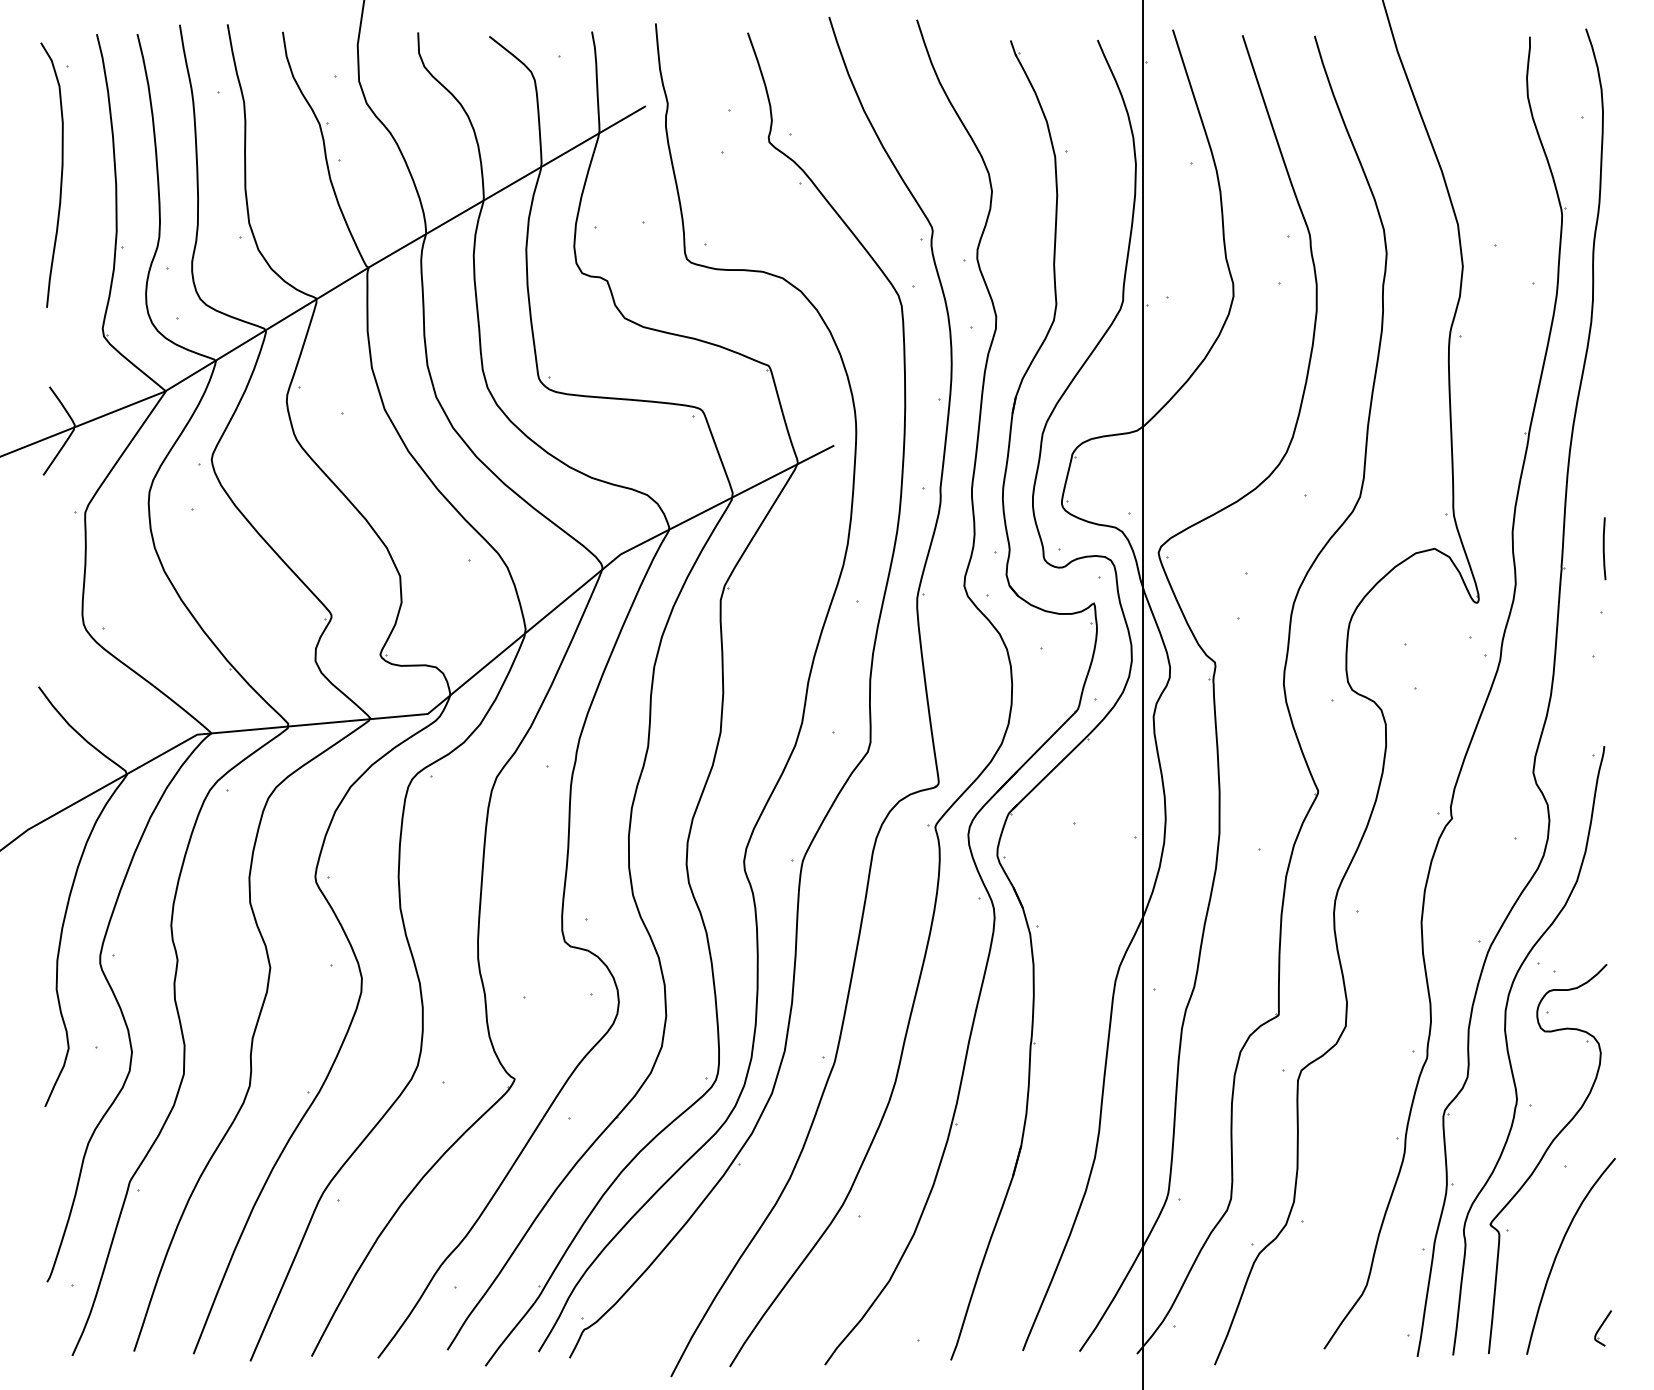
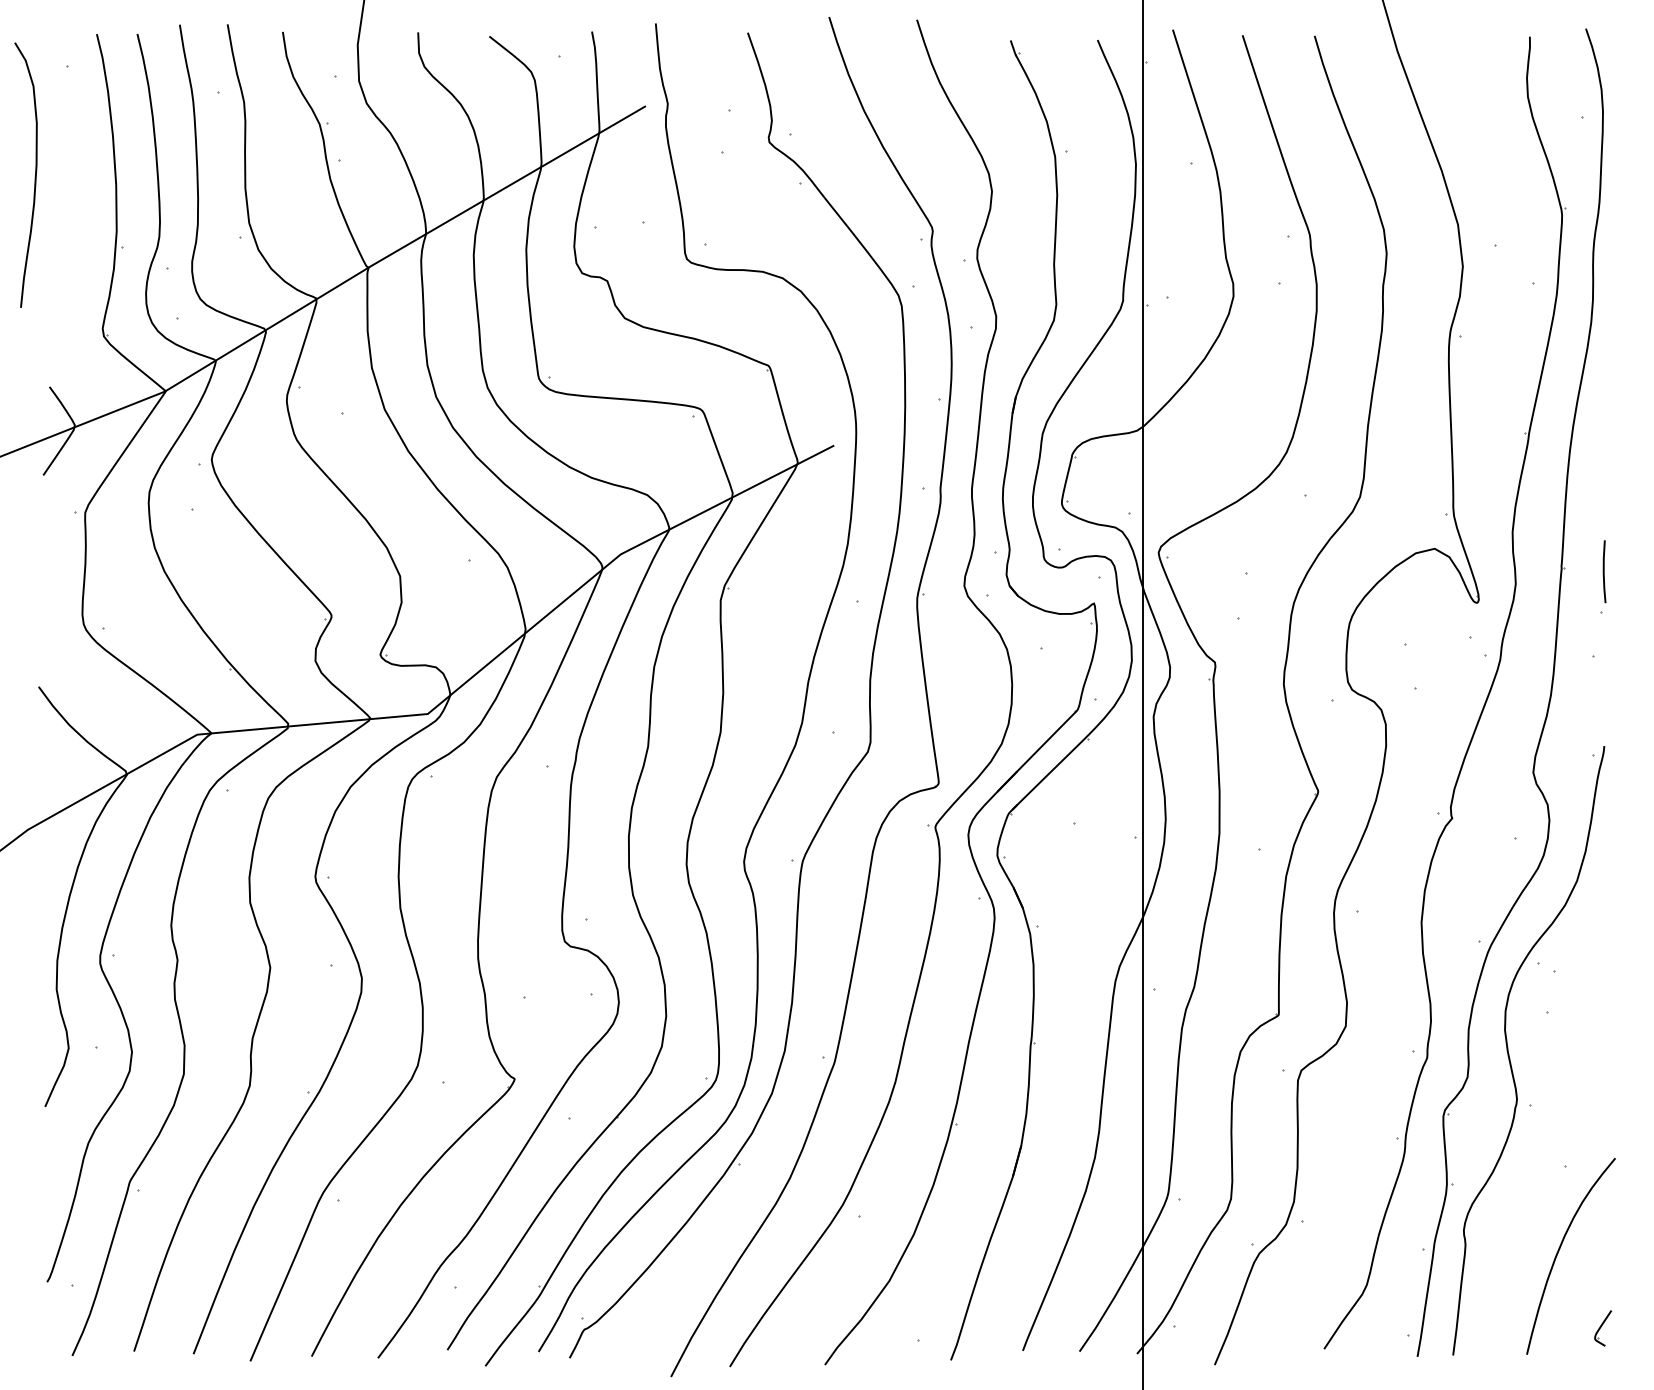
curve at (60, 177) position: (60, 177) -> (34, 177)
line at (1604, 548) position: (1604, 548) -> (1604, 571)
part at (1547, 1159): present -> none
